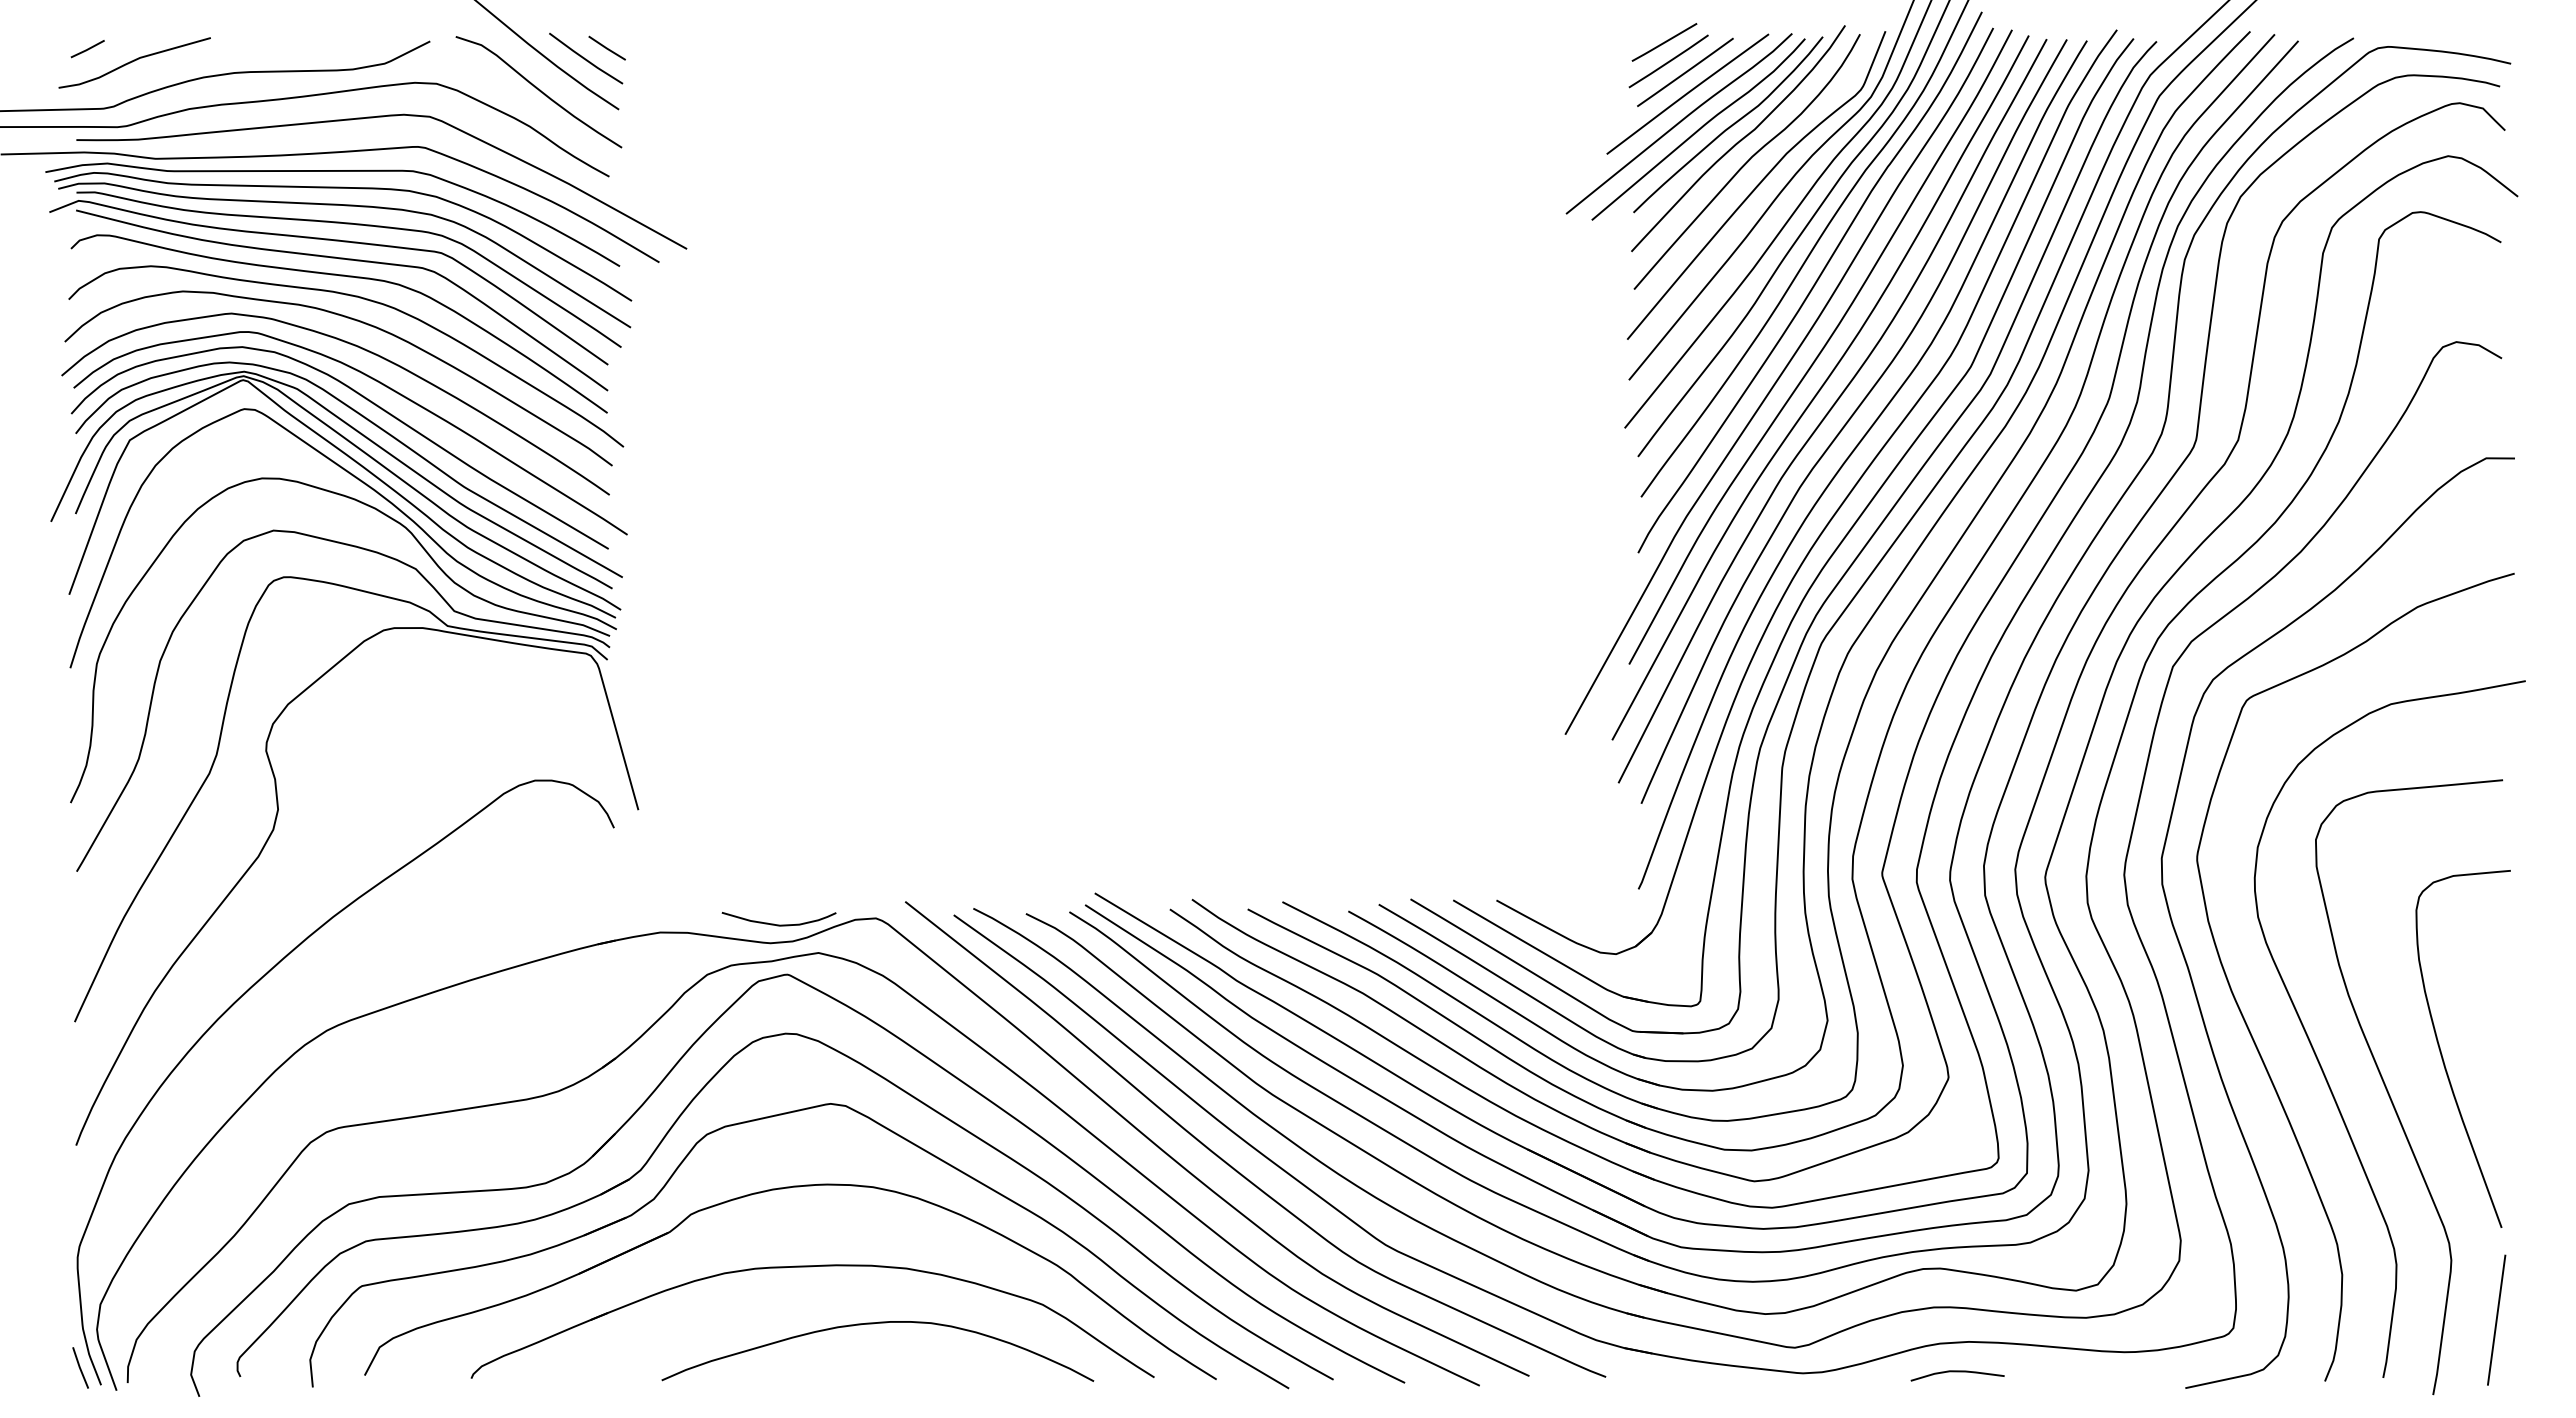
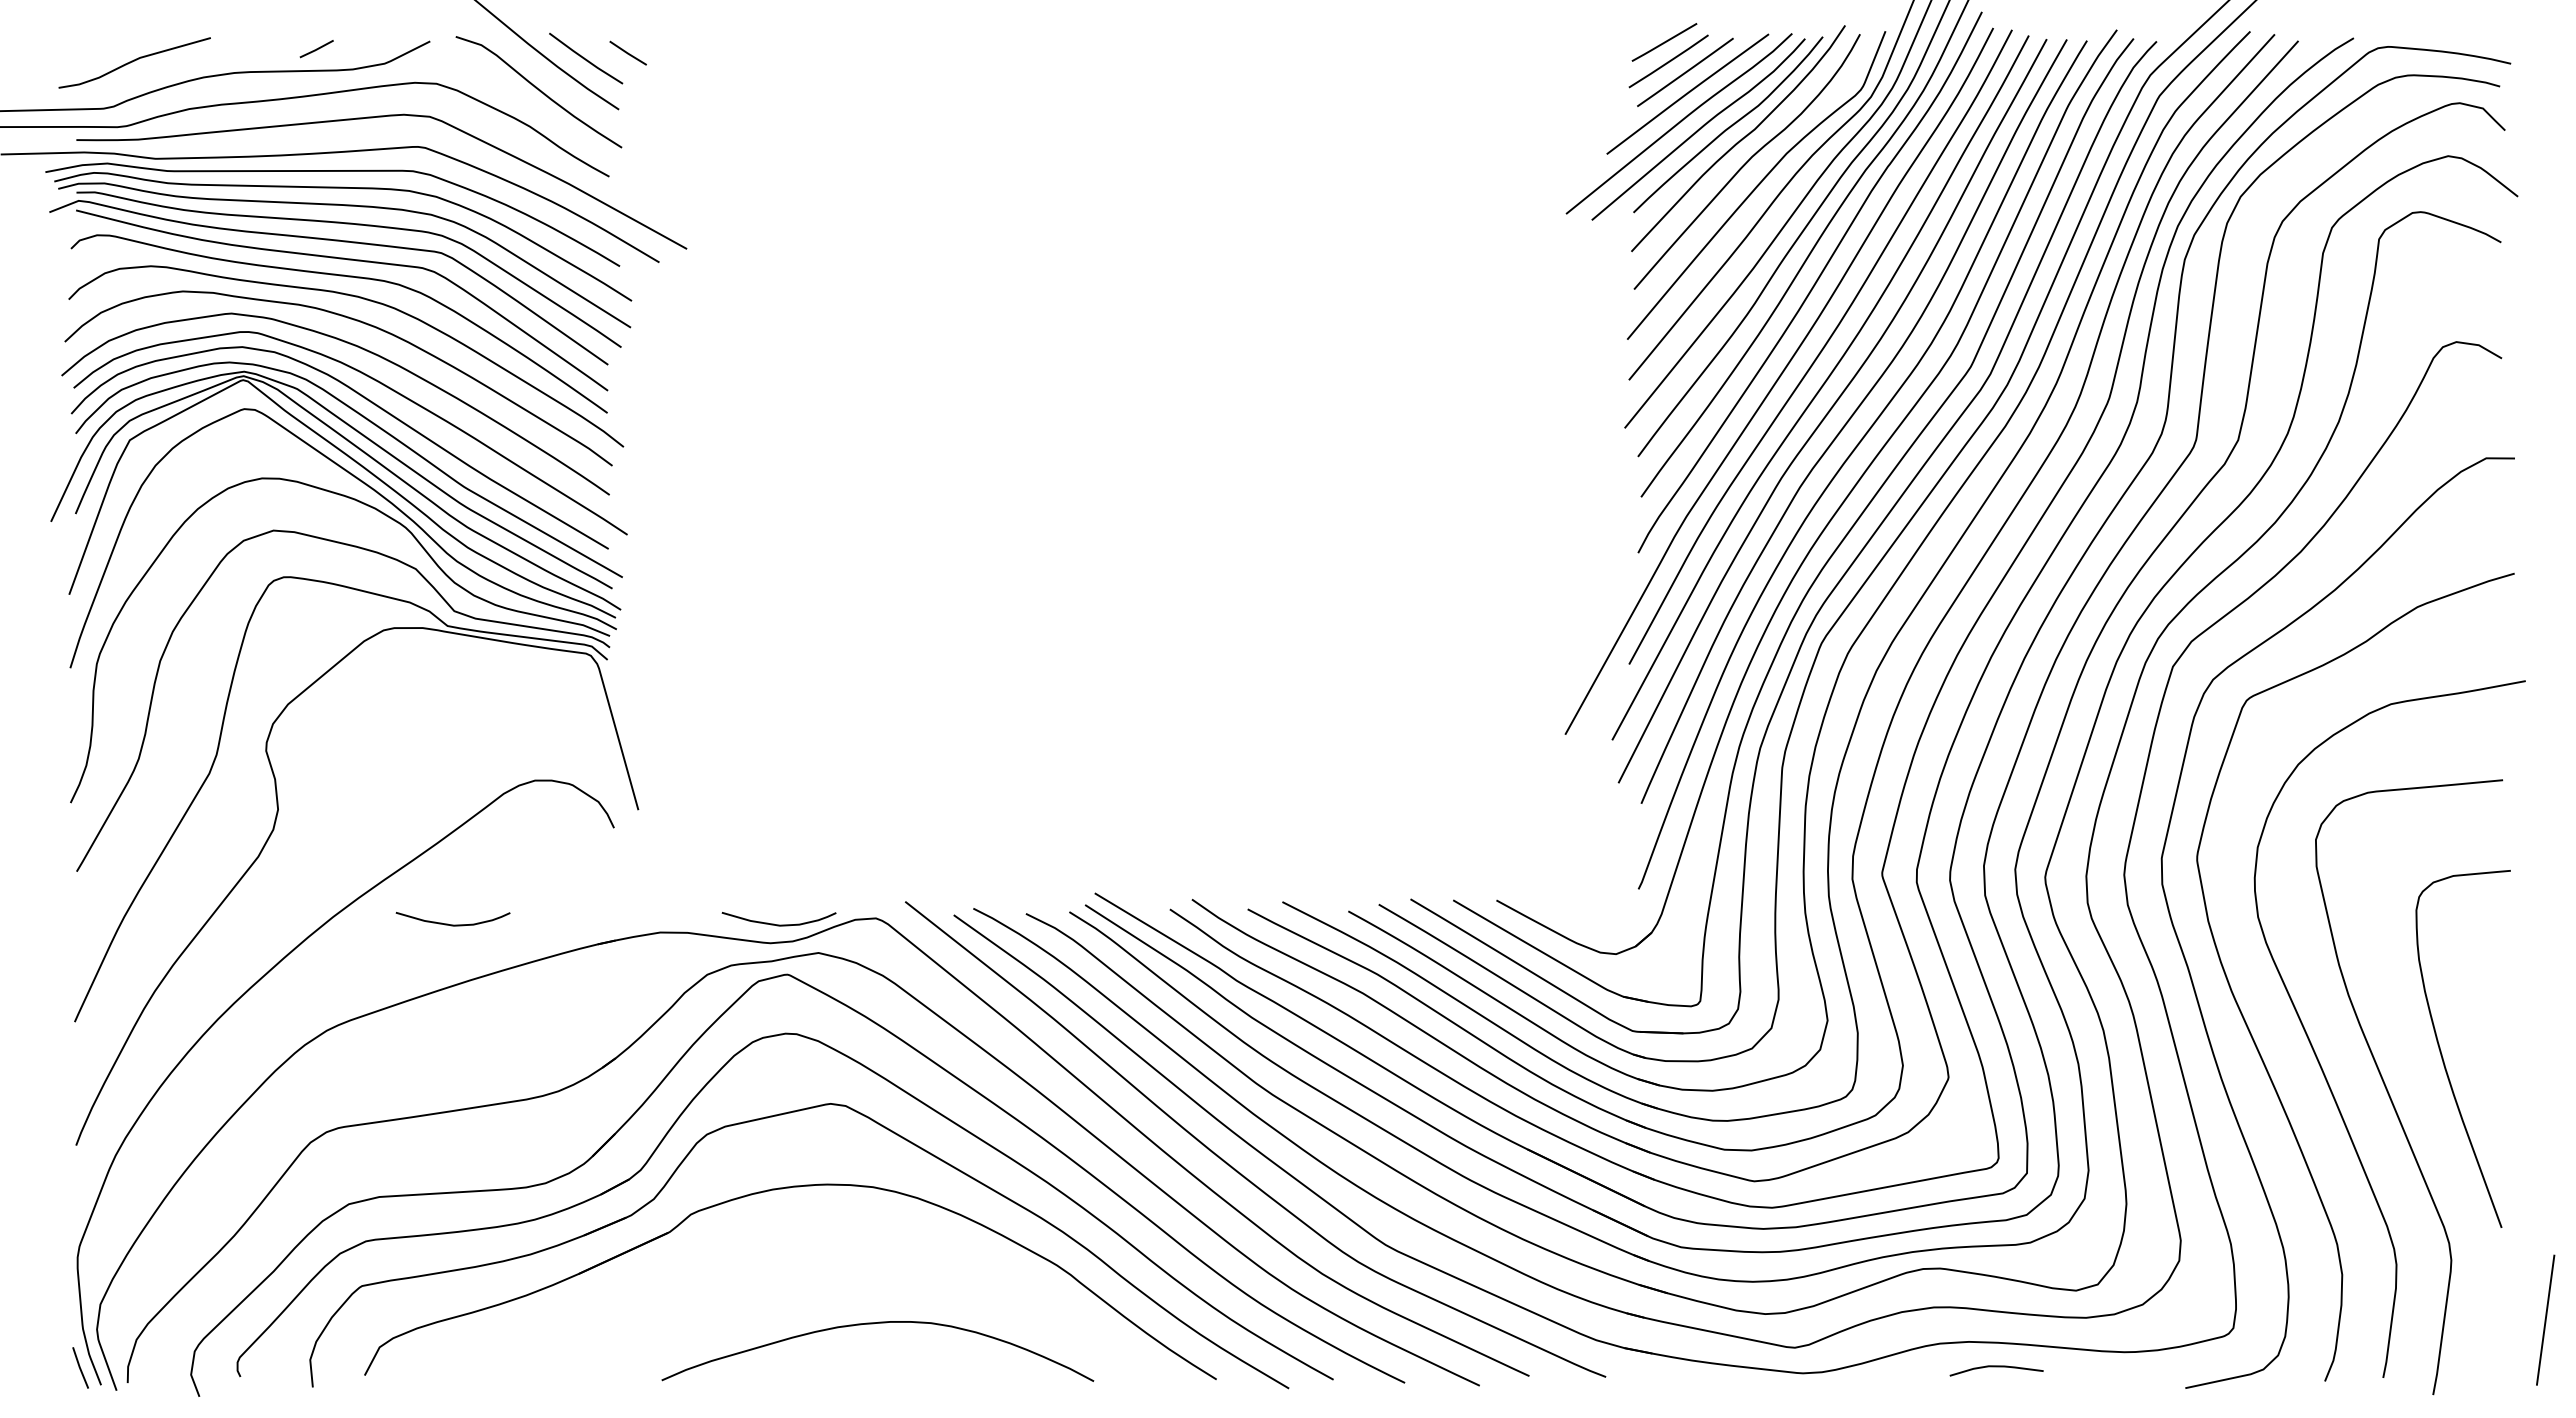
line at (606, 47) position: (606, 47) -> (627, 52)
line at (87, 49) position: (87, 49) -> (316, 49)
curve at (452, 924): none -> present
part at (811, 1267): present -> none
line at (2496, 1319) position: (2496, 1319) -> (2545, 1319)
curve at (1957, 1372) position: (1957, 1372) -> (1996, 1367)
